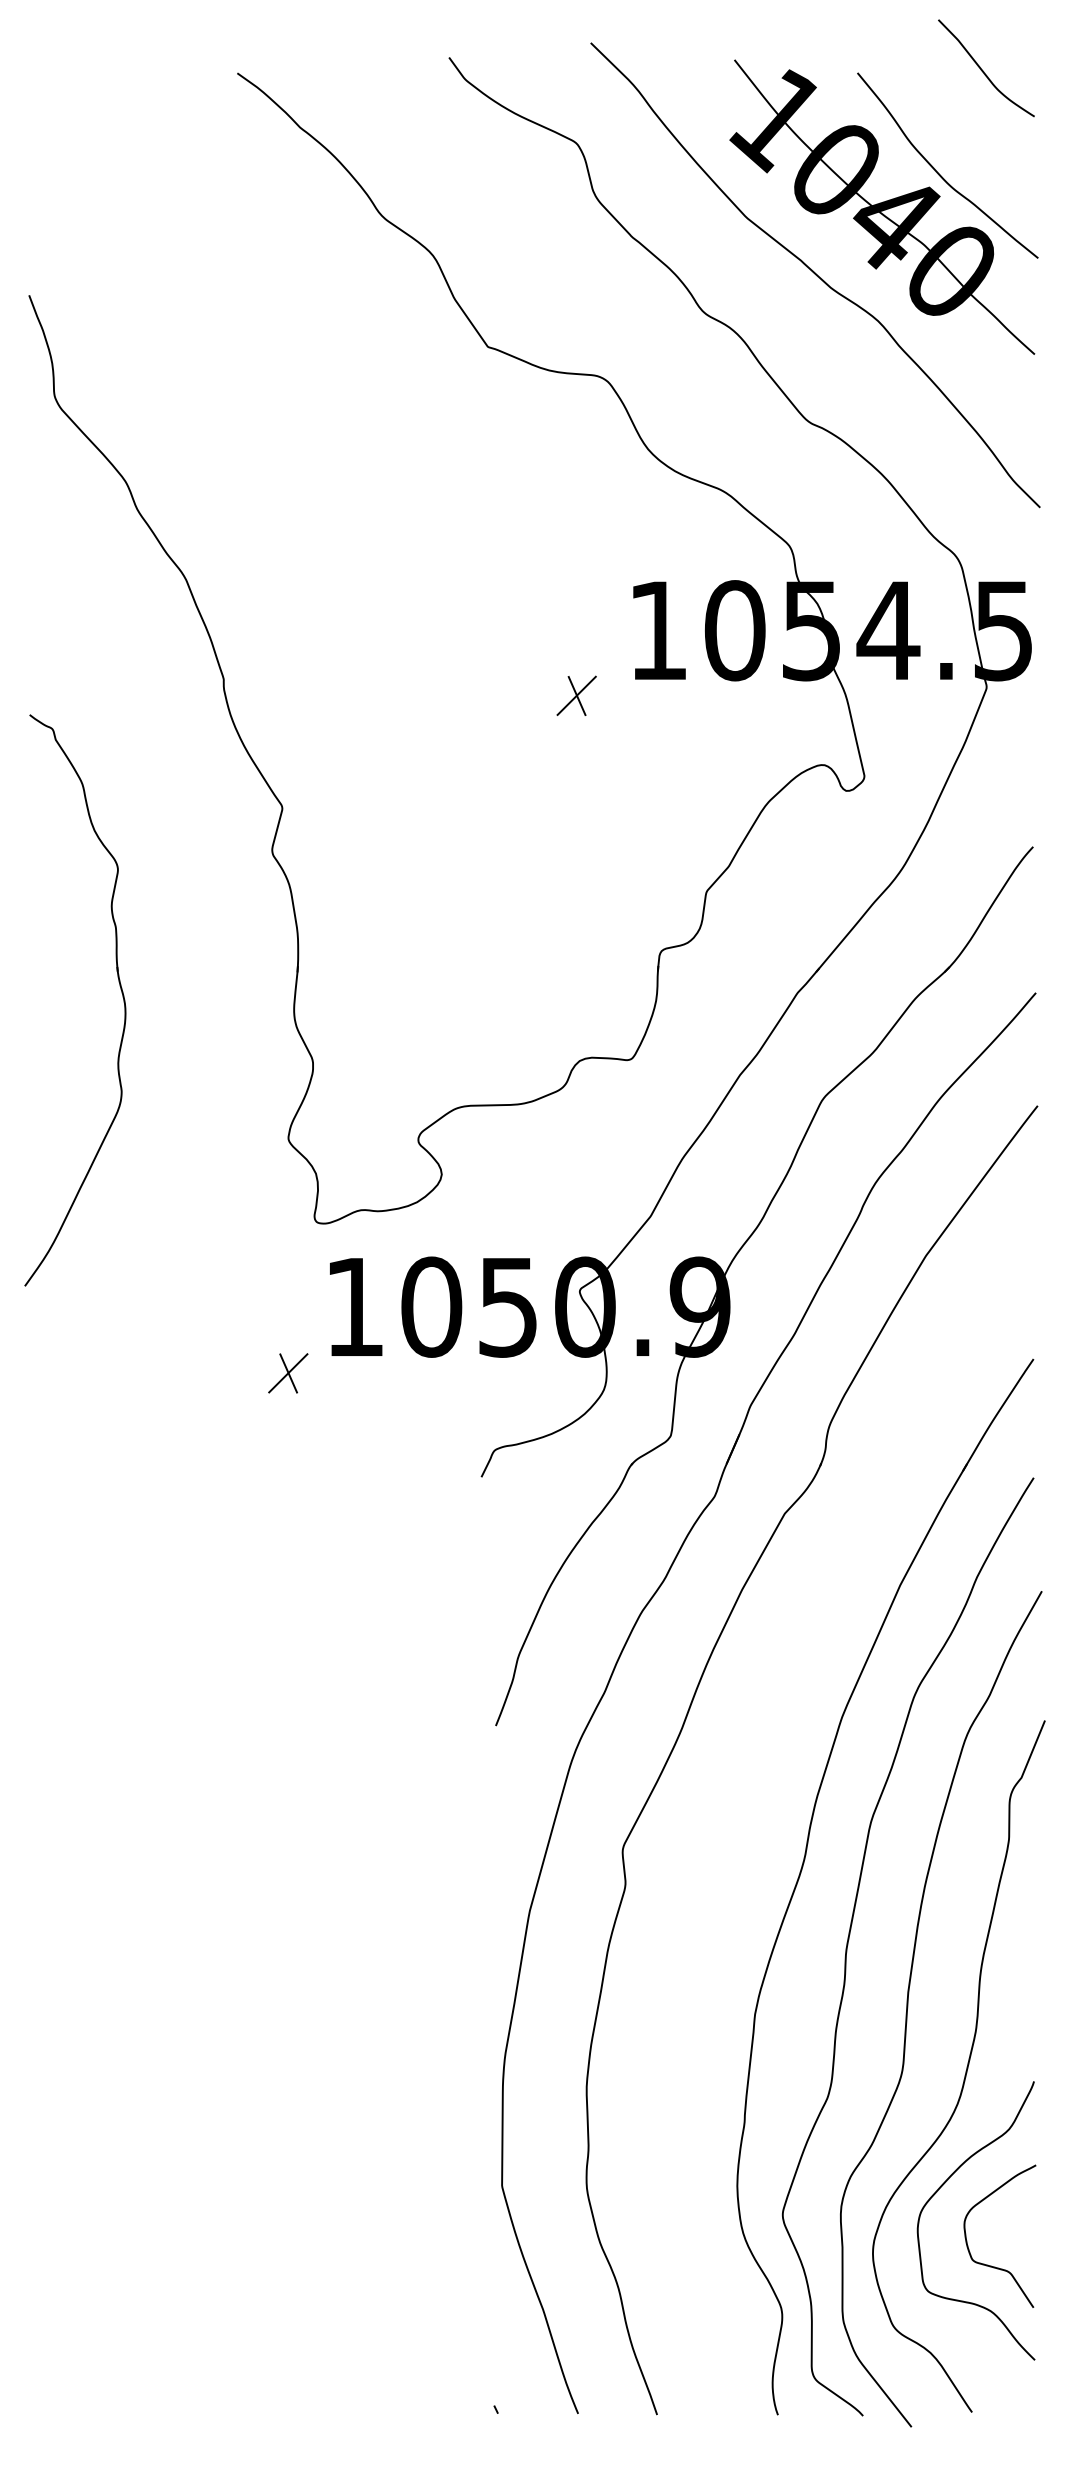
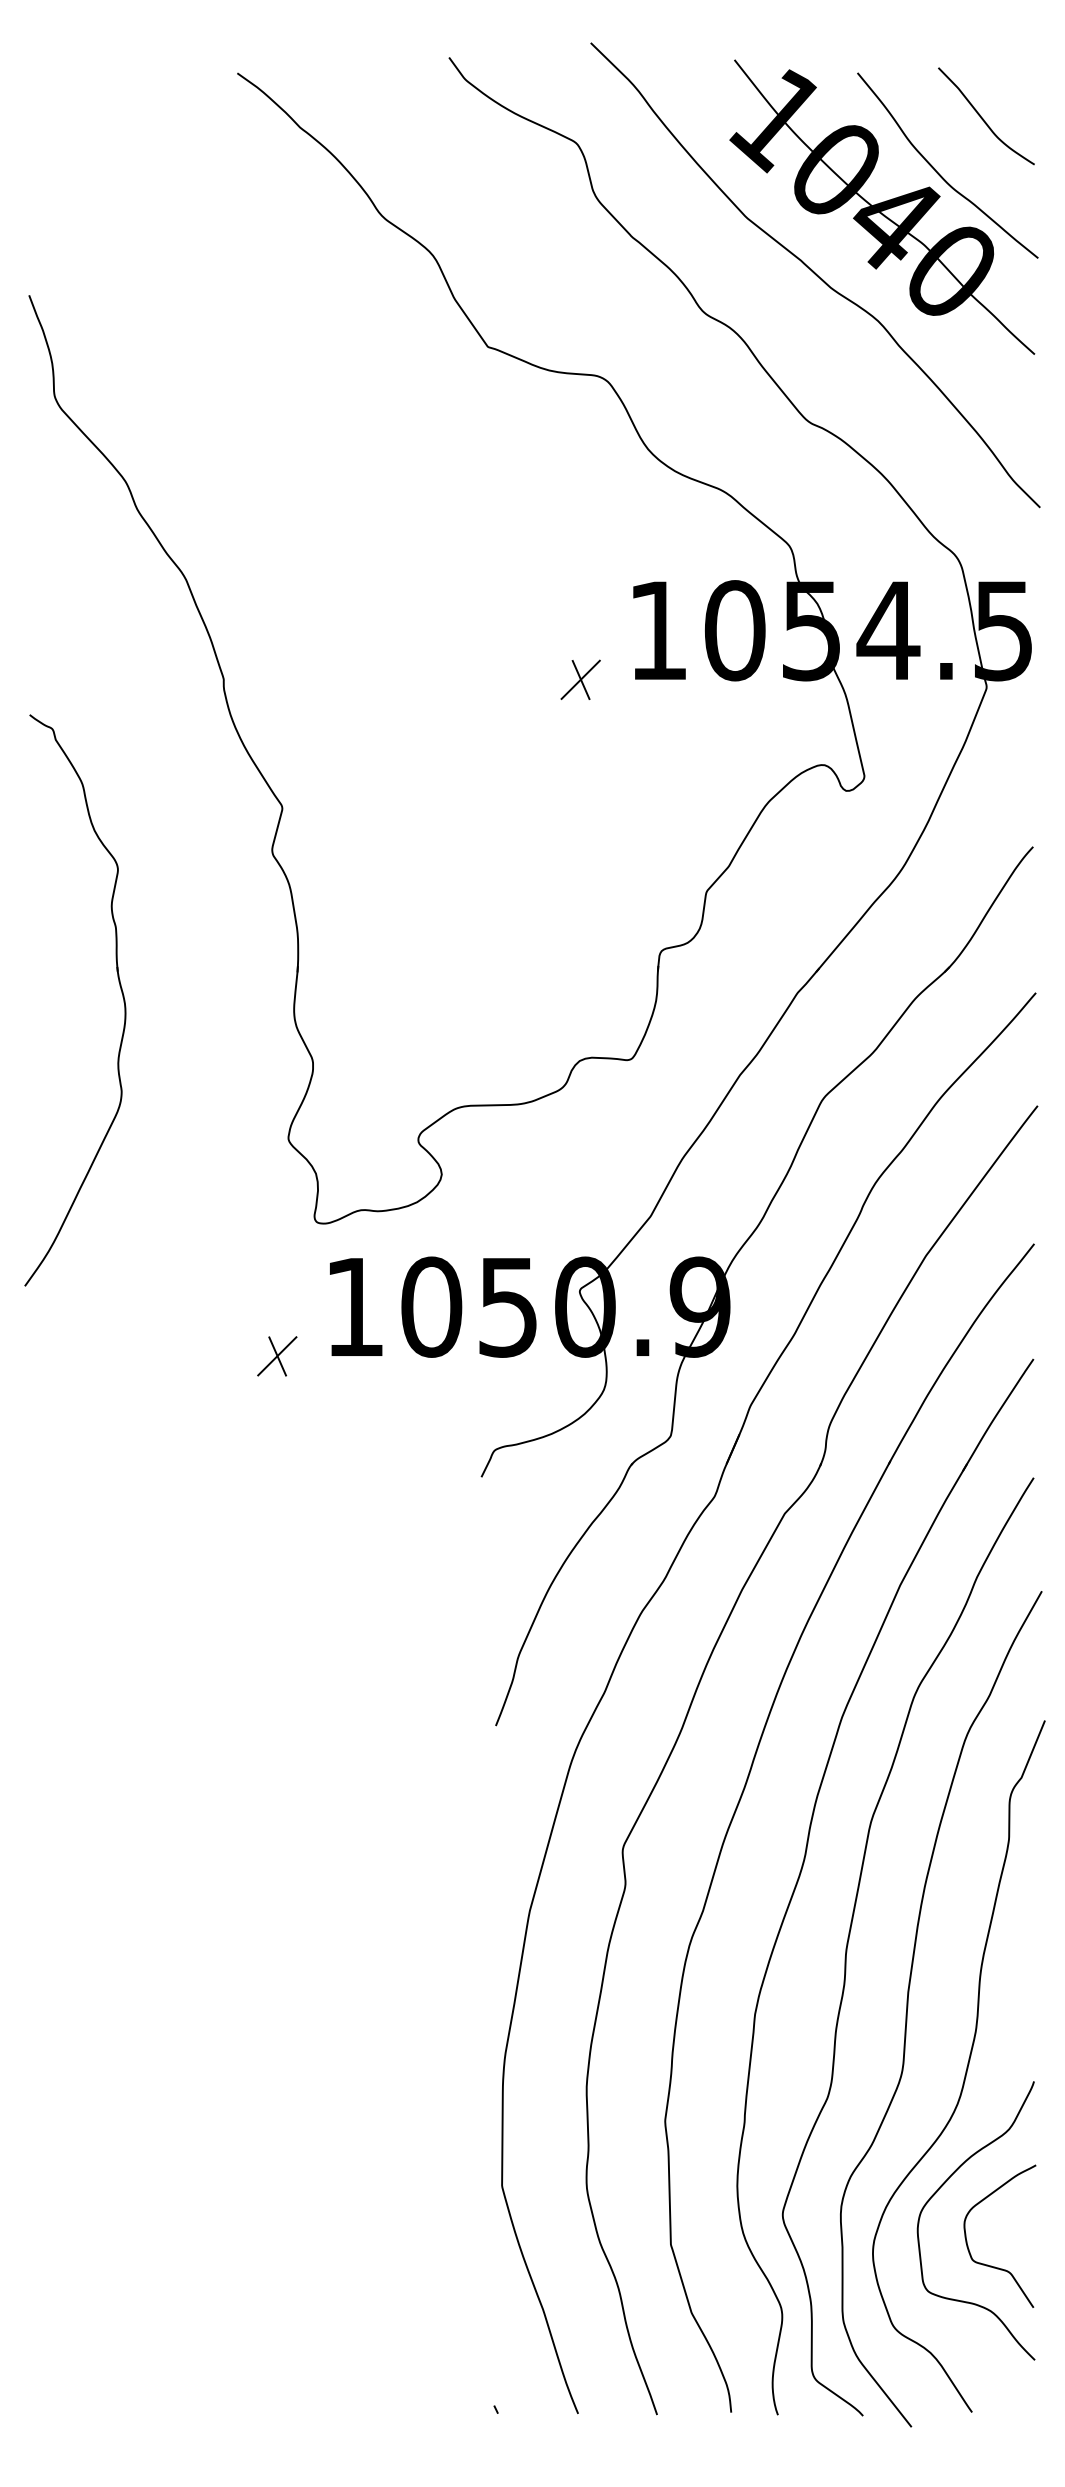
curve at (983, 70) position: (983, 70) -> (983, 118)
part at (576, 695) position: (576, 695) -> (580, 679)
part at (288, 1373) position: (288, 1373) -> (277, 1356)
part at (744, 1791): none -> present
